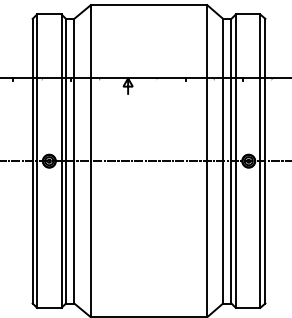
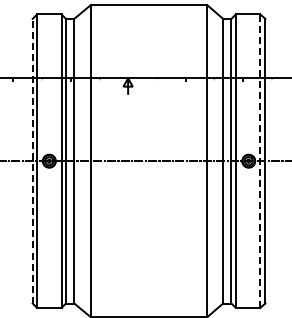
line at (32, 160): solid -> dashed
line at (260, 161): solid -> dashed
